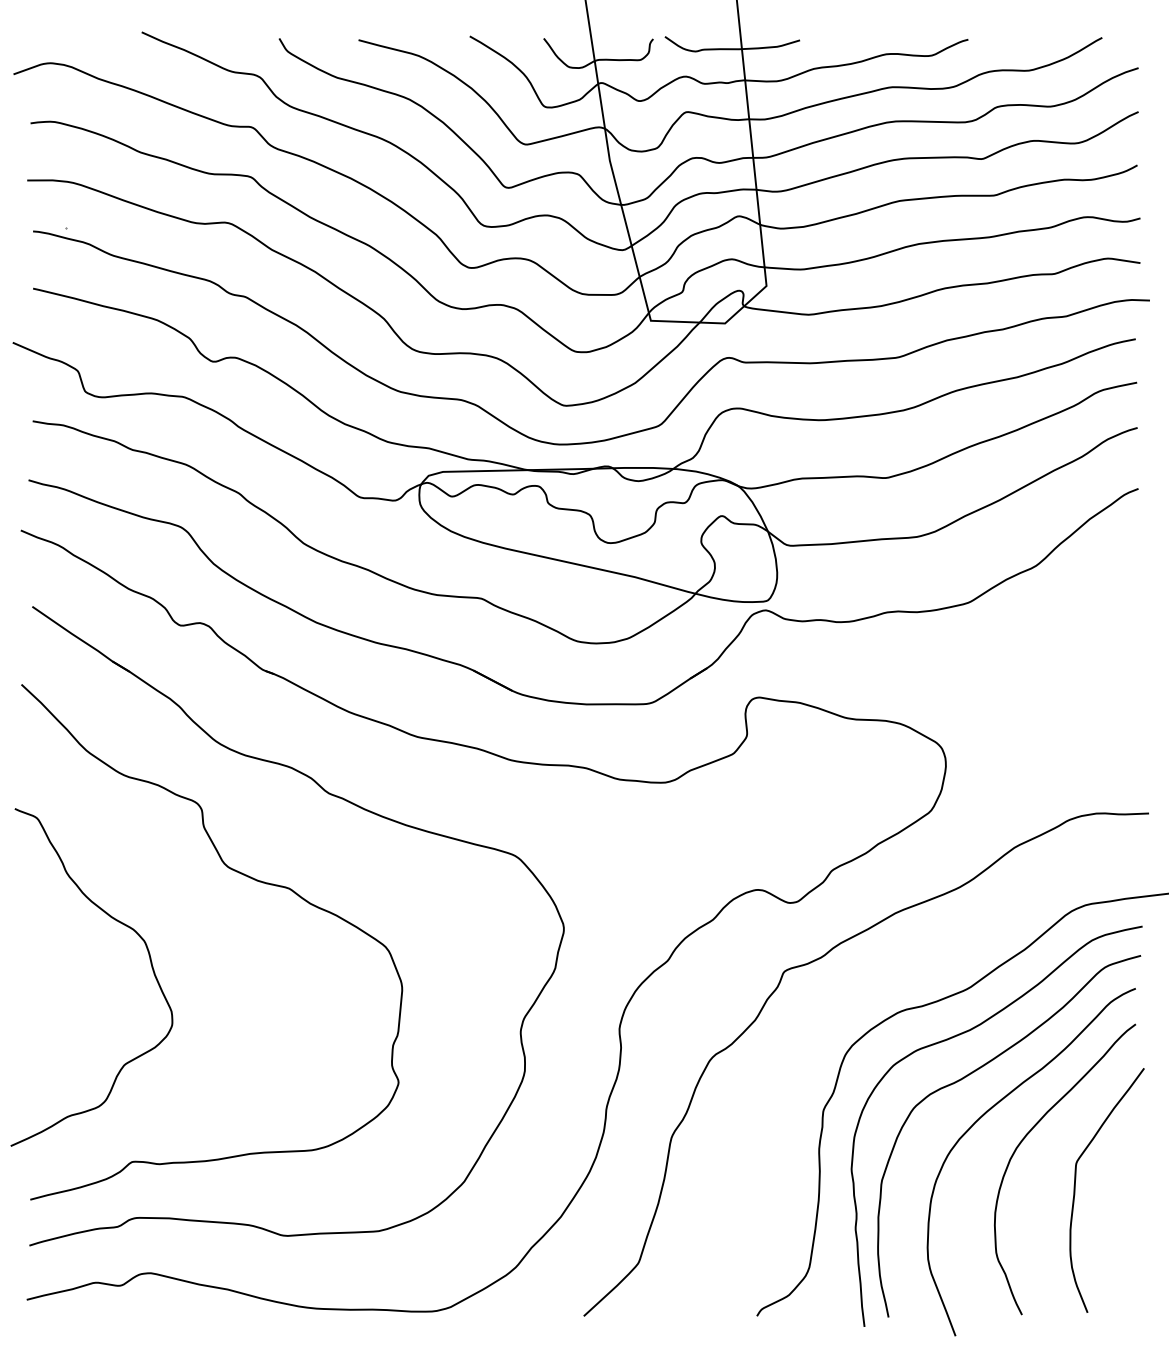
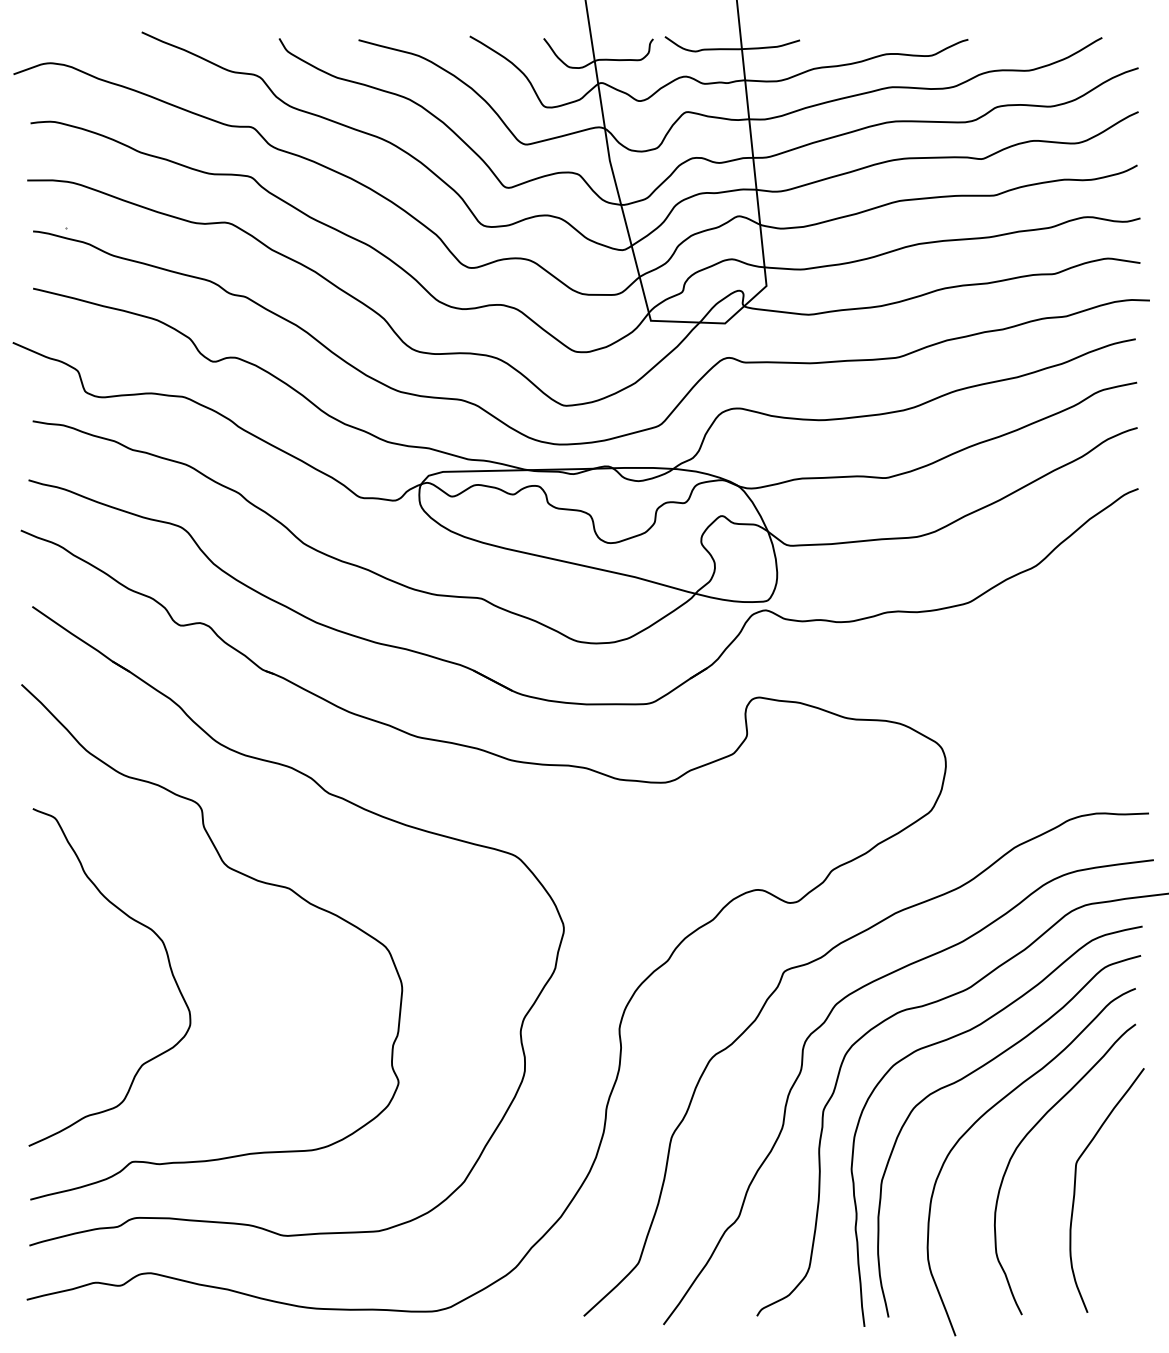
curve at (150, 964) position: (150, 964) -> (168, 964)
curve at (826, 1021): none -> present
